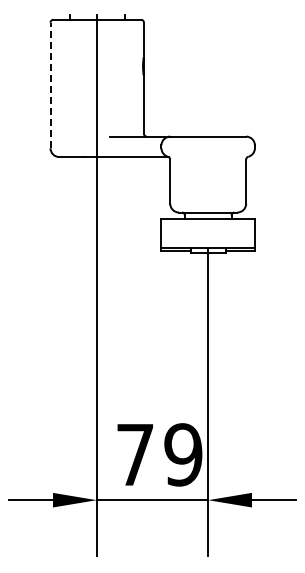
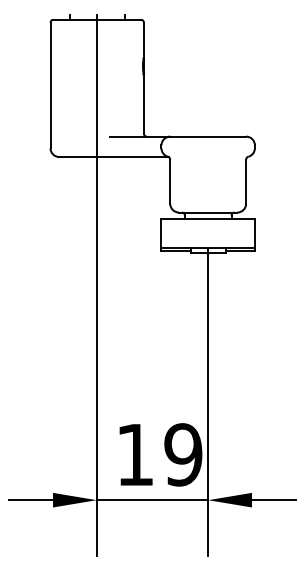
line at (50, 85): dashed -> solid
text at (135, 454): 79 -> 19
